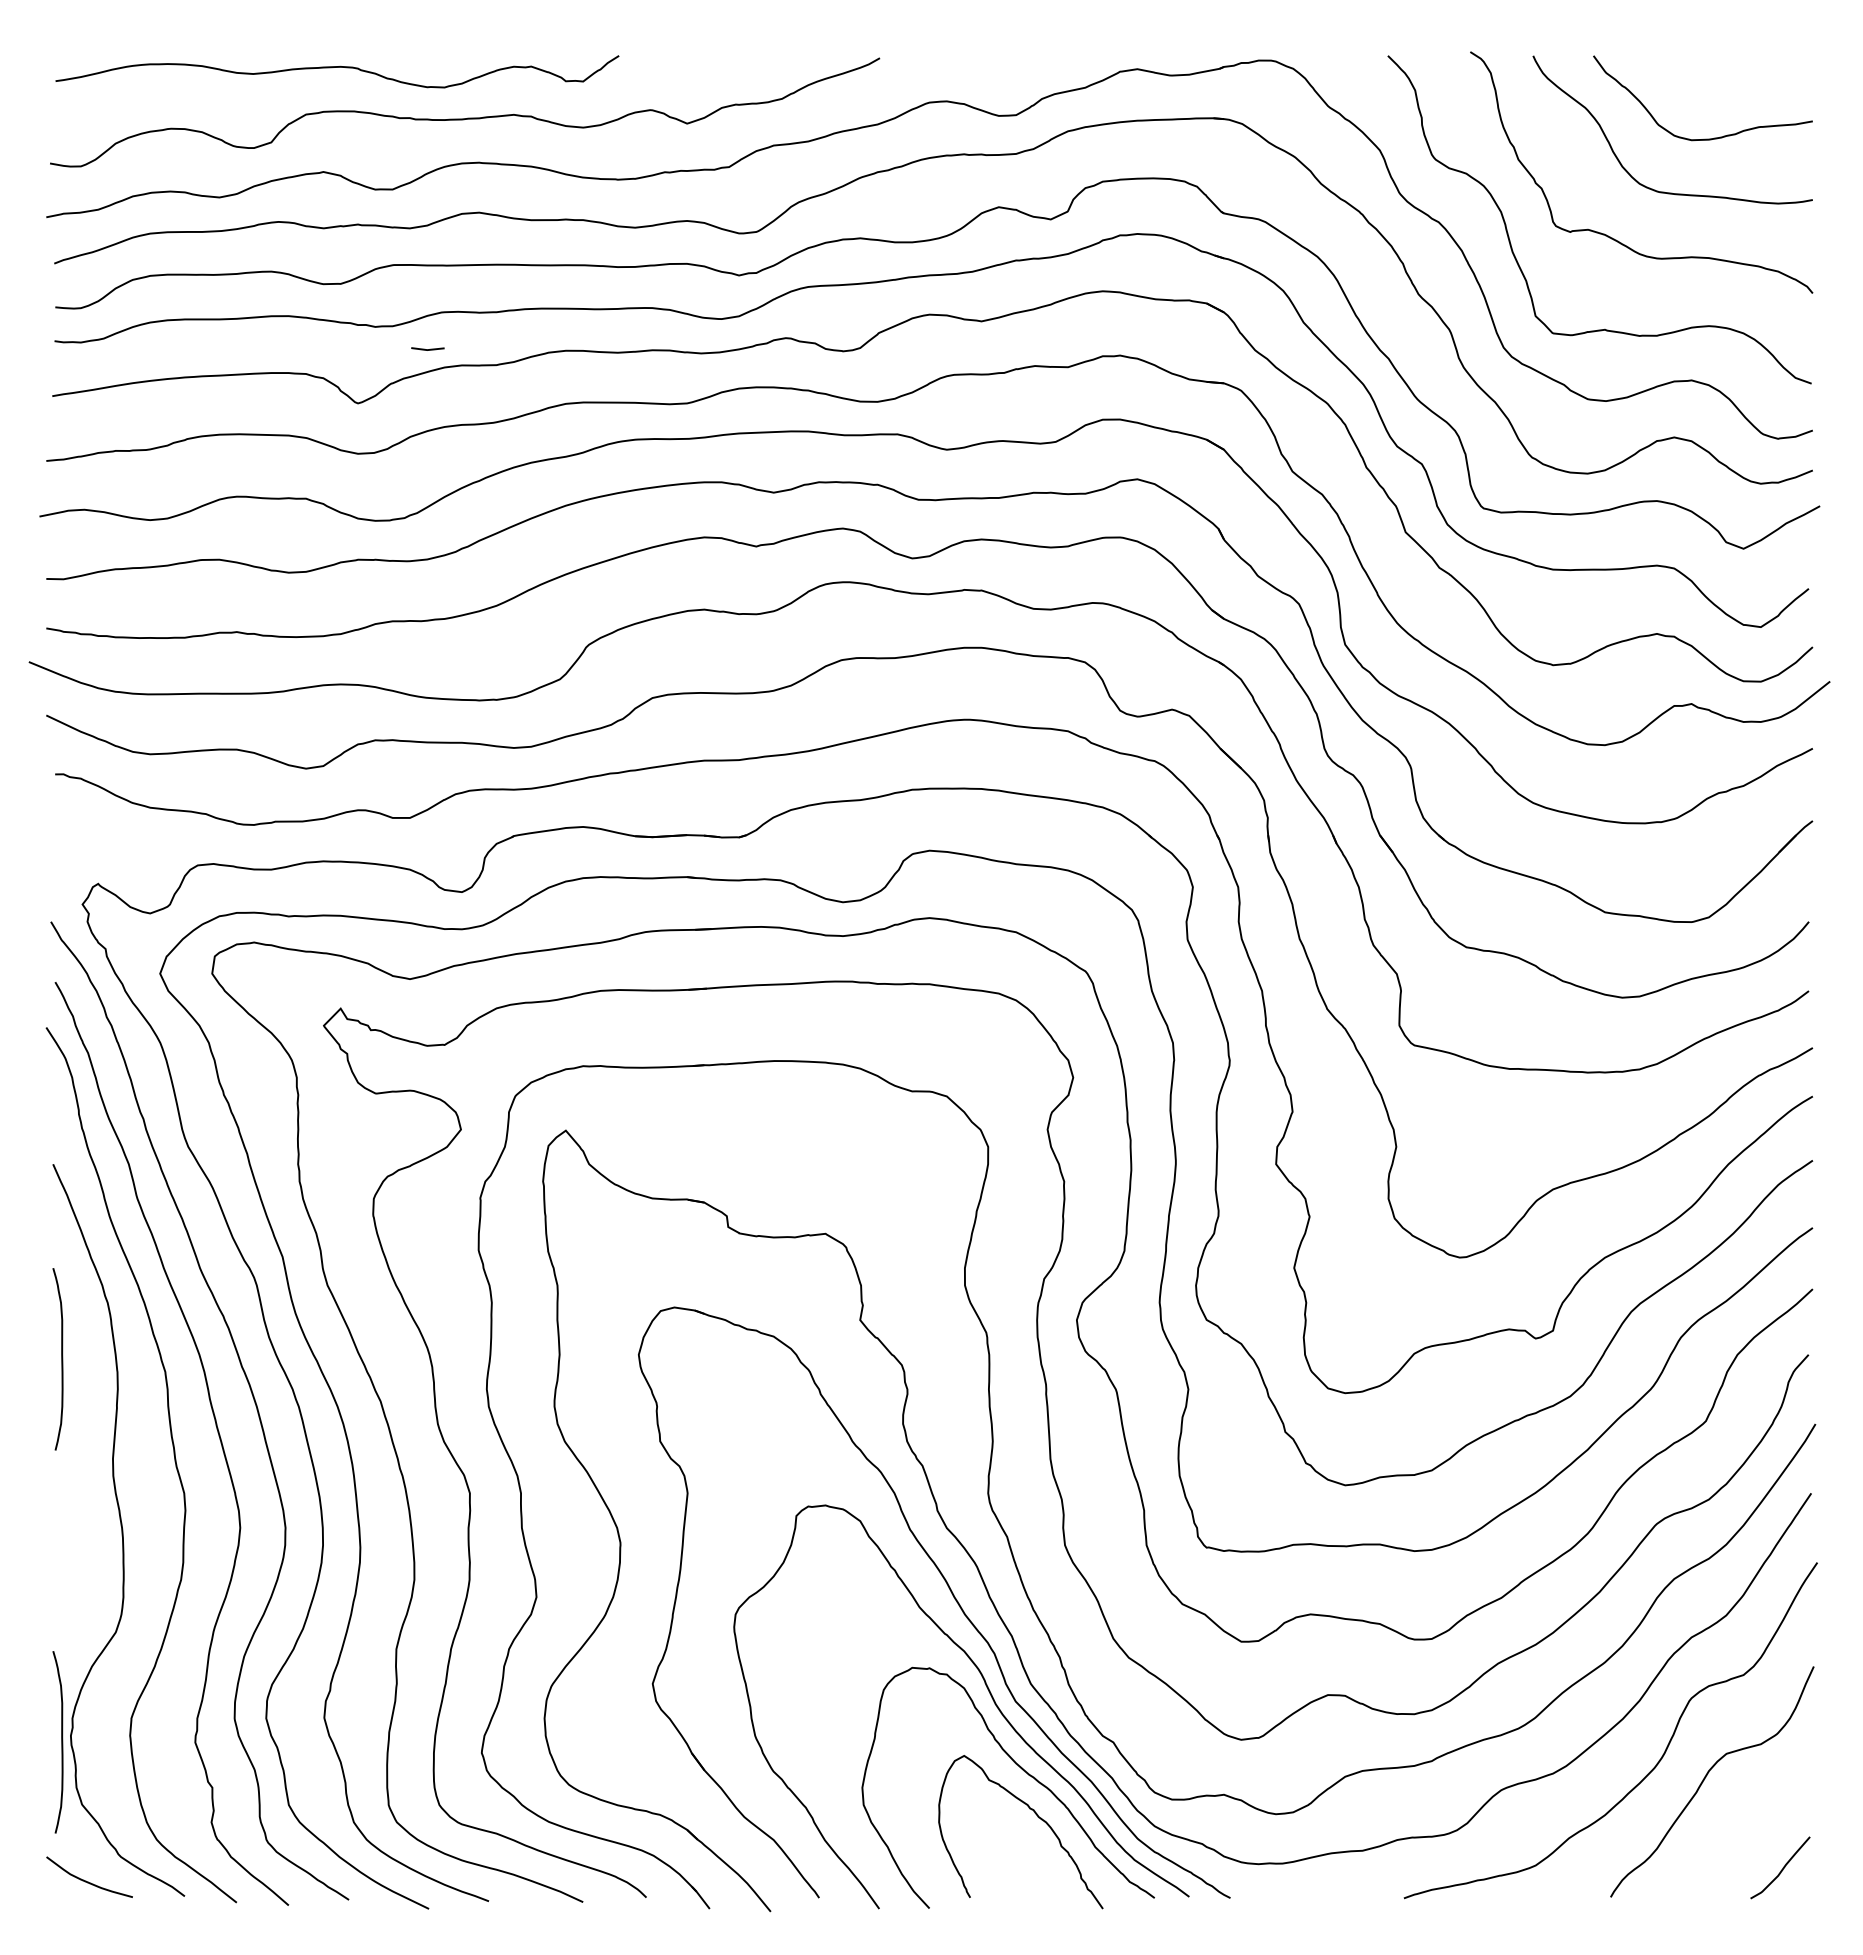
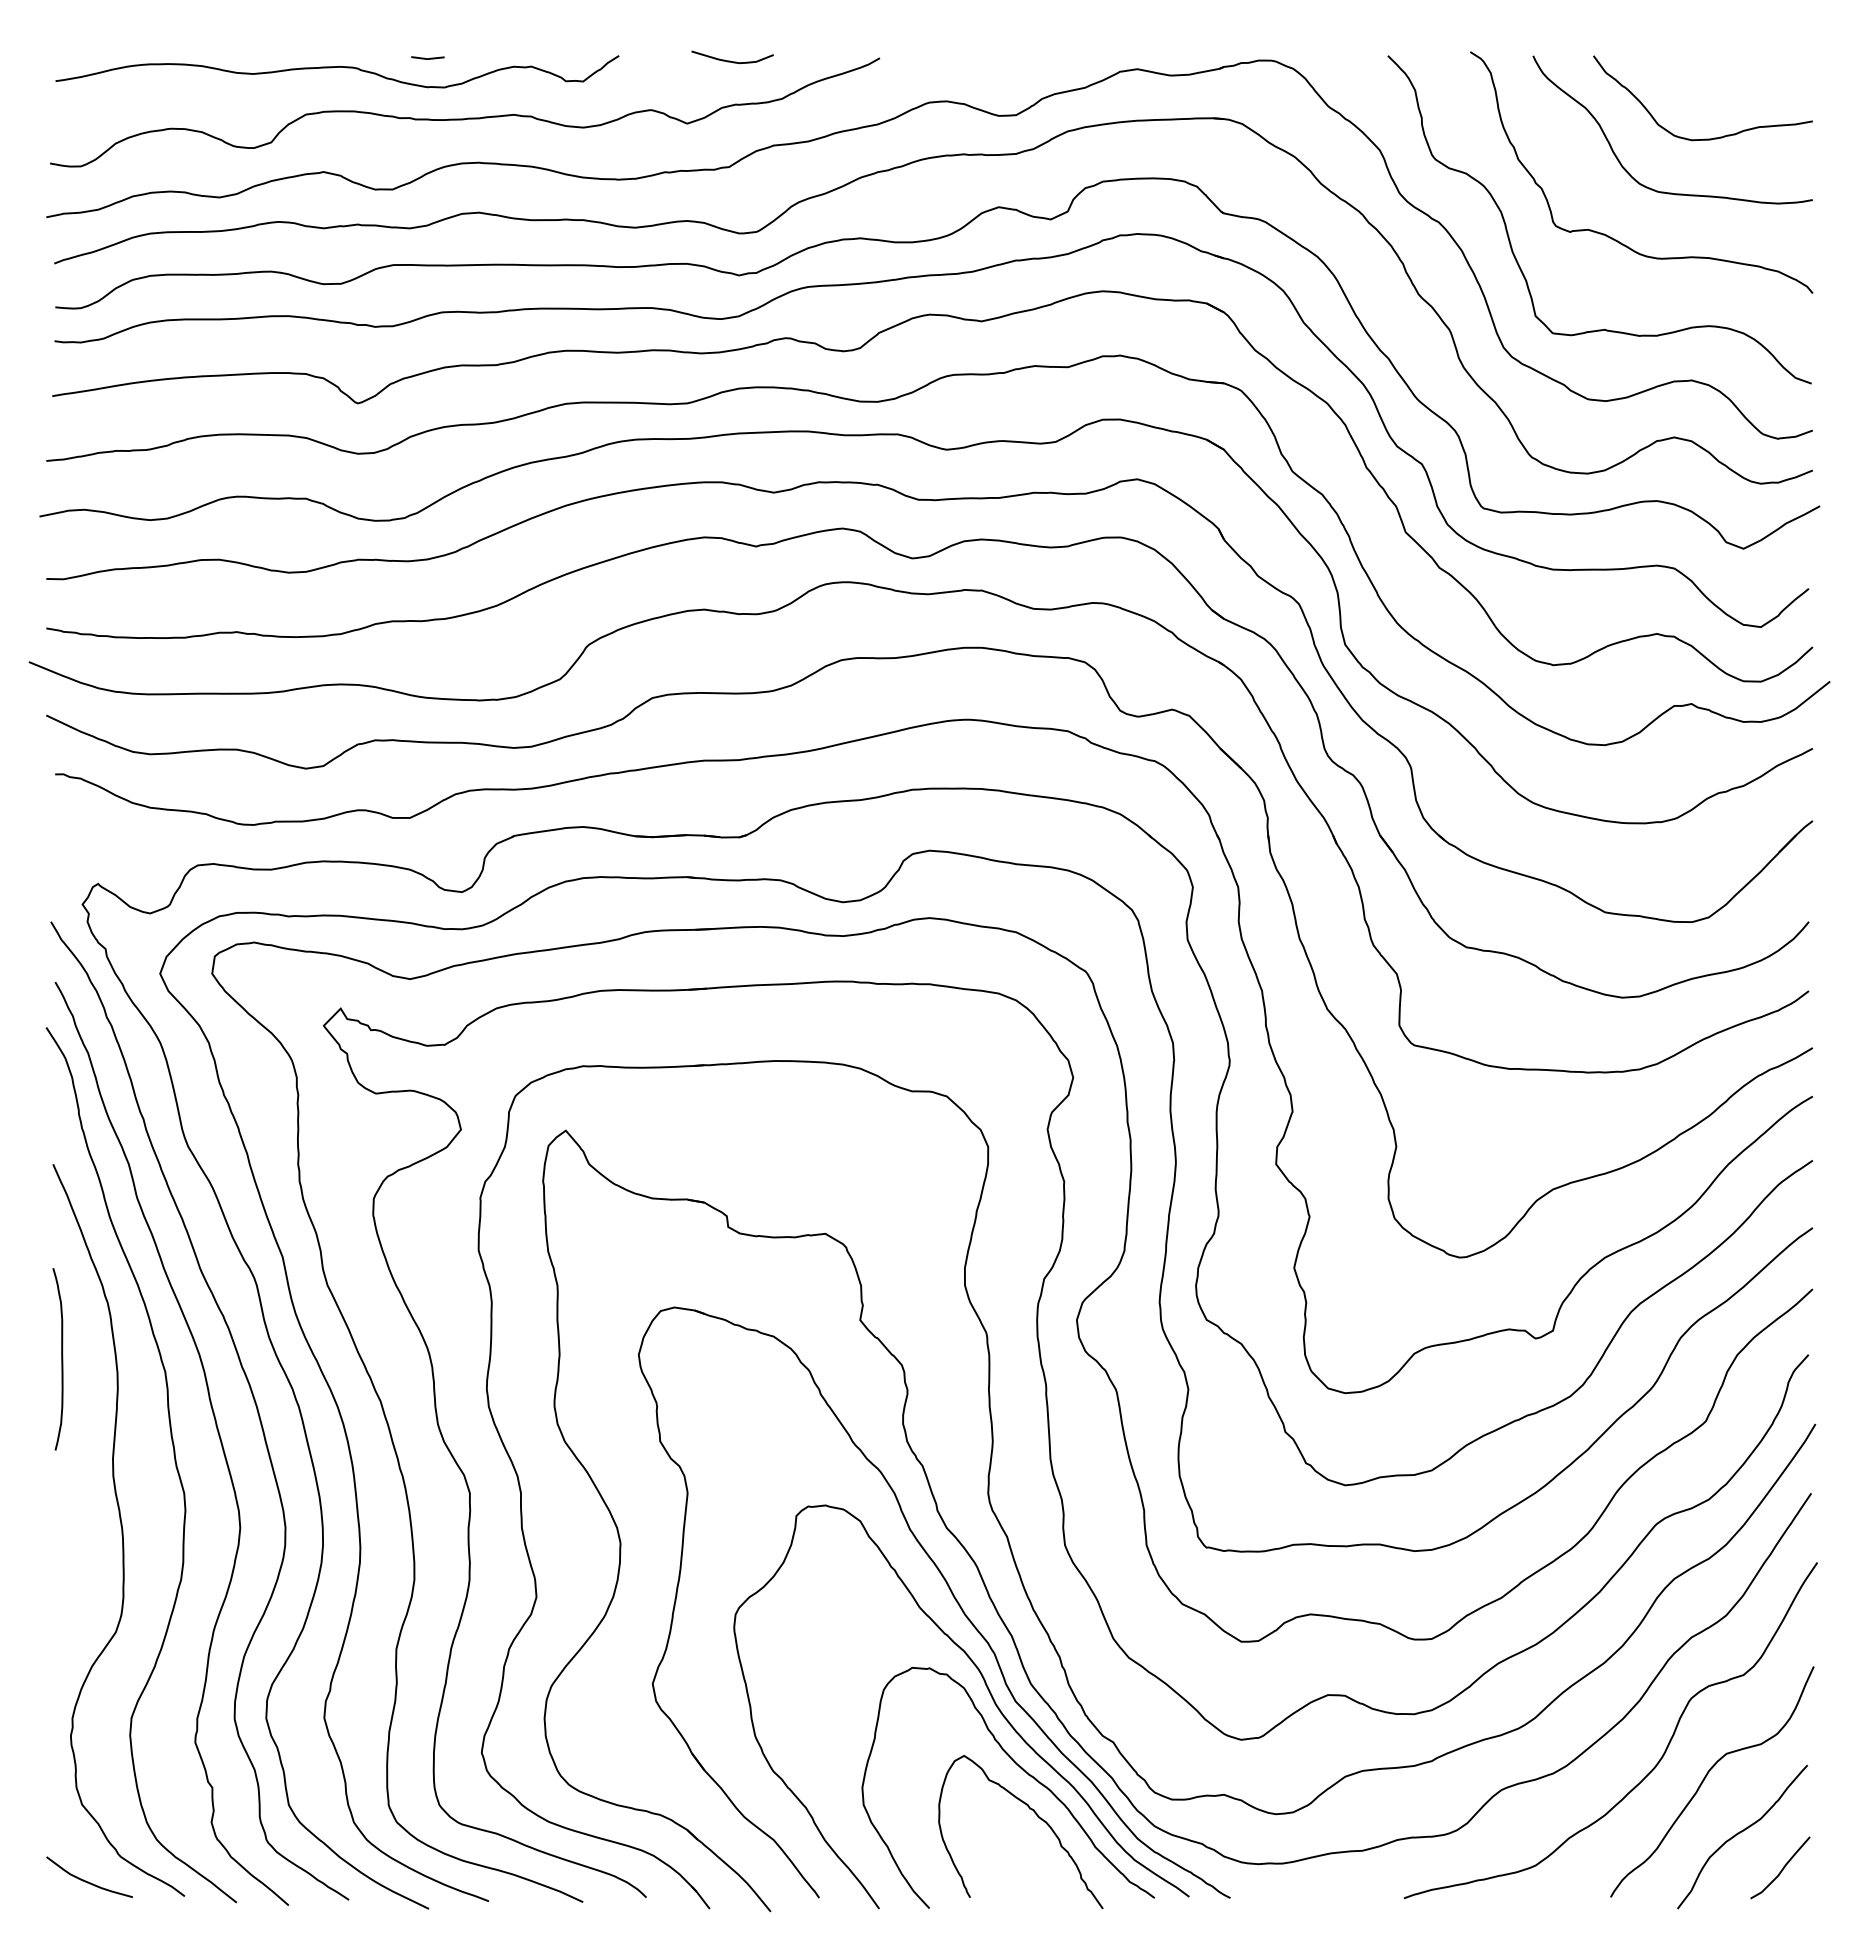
curve at (730, 60): none -> present
line at (427, 349) position: (427, 349) -> (427, 58)
curve at (61, 1742): present -> none
curve at (1740, 1833): none -> present
